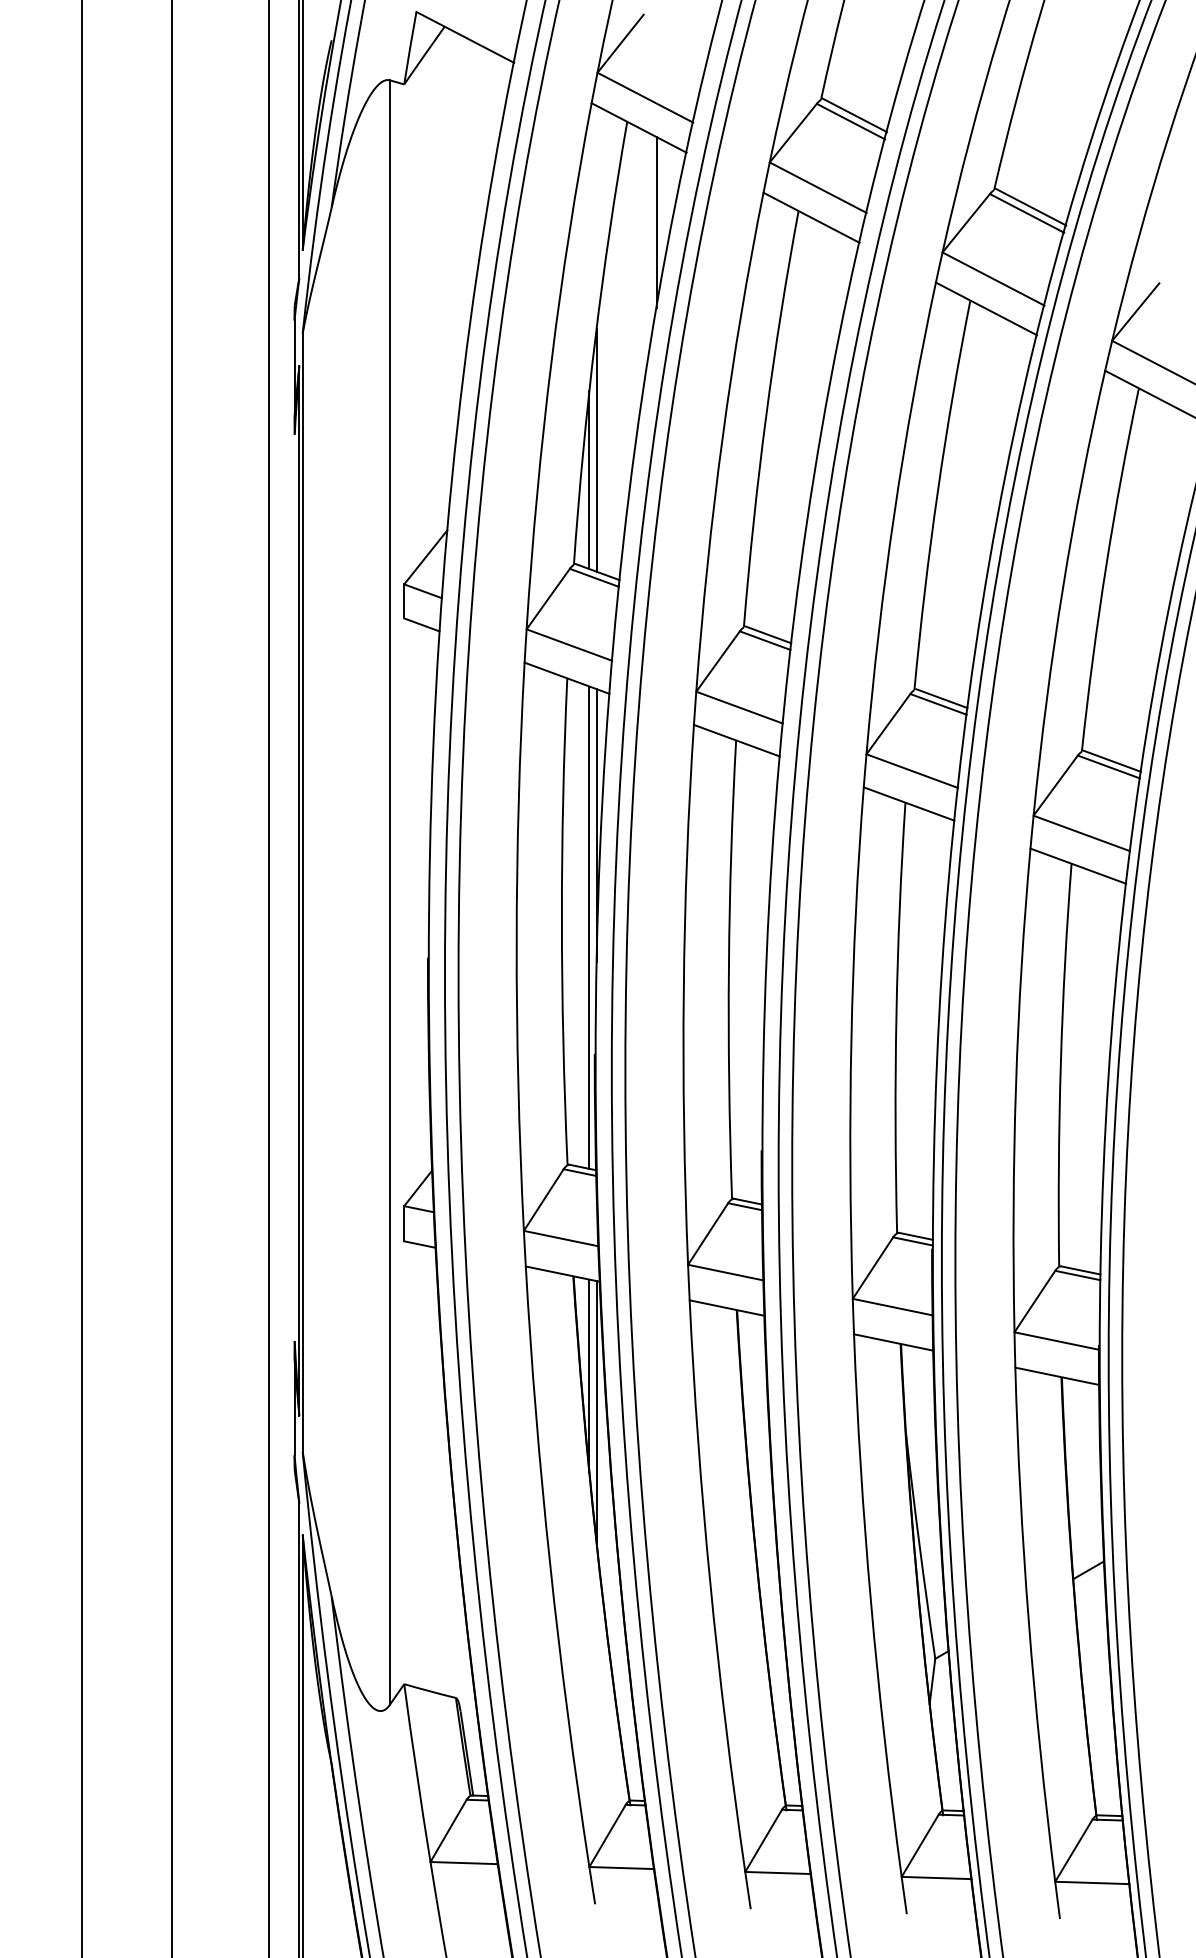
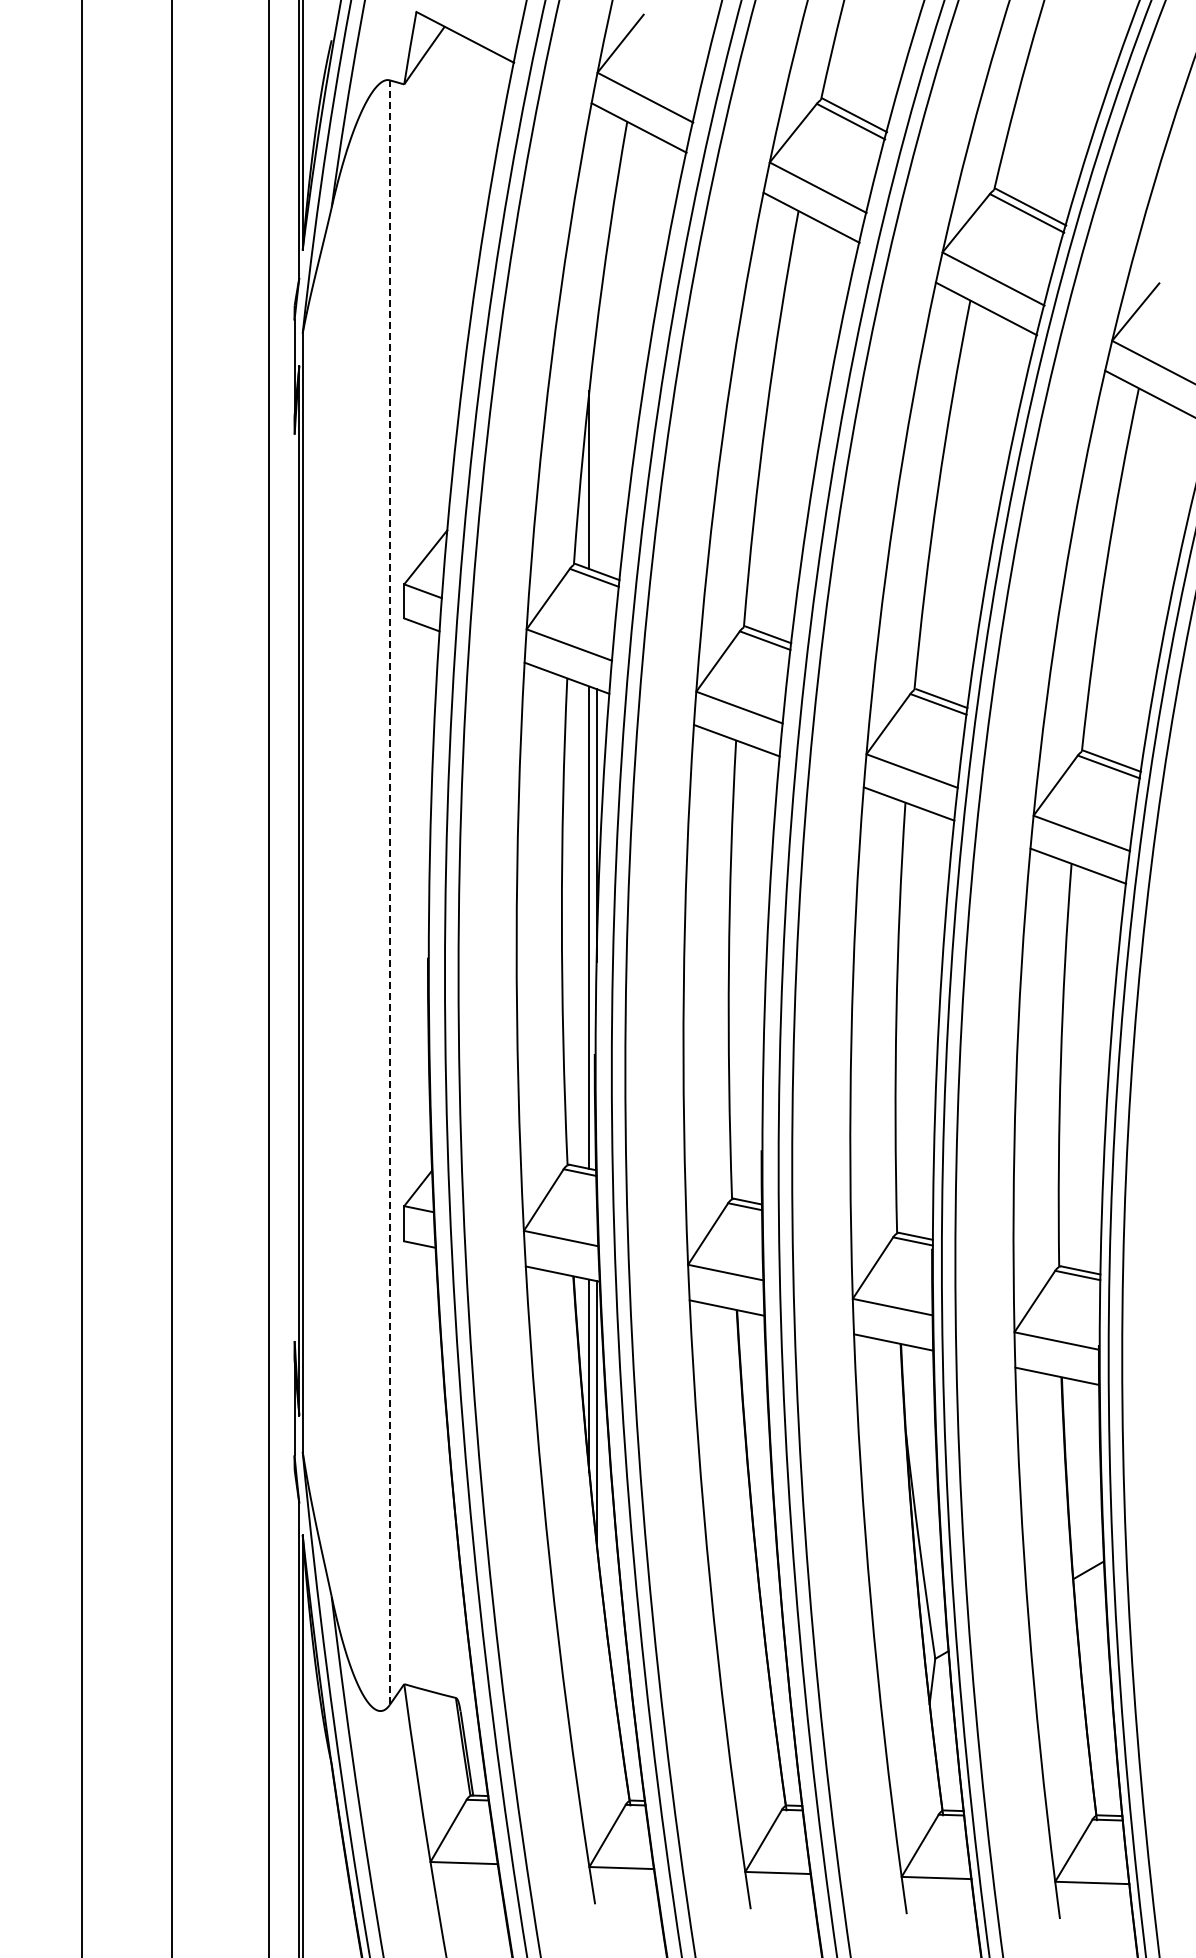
line at (656, 222): present -> none
line at (596, 449): present -> none
line at (389, 893): solid -> dashed
